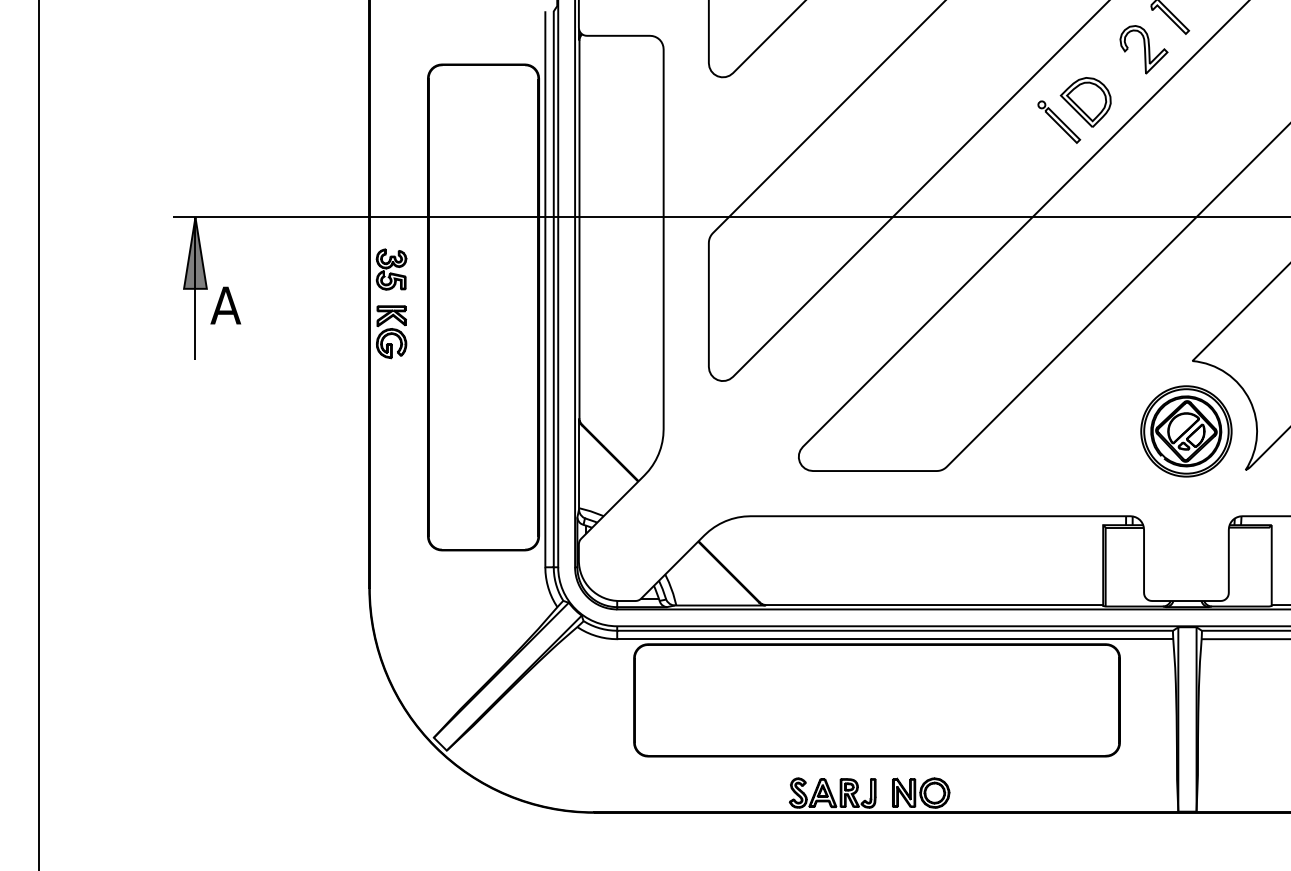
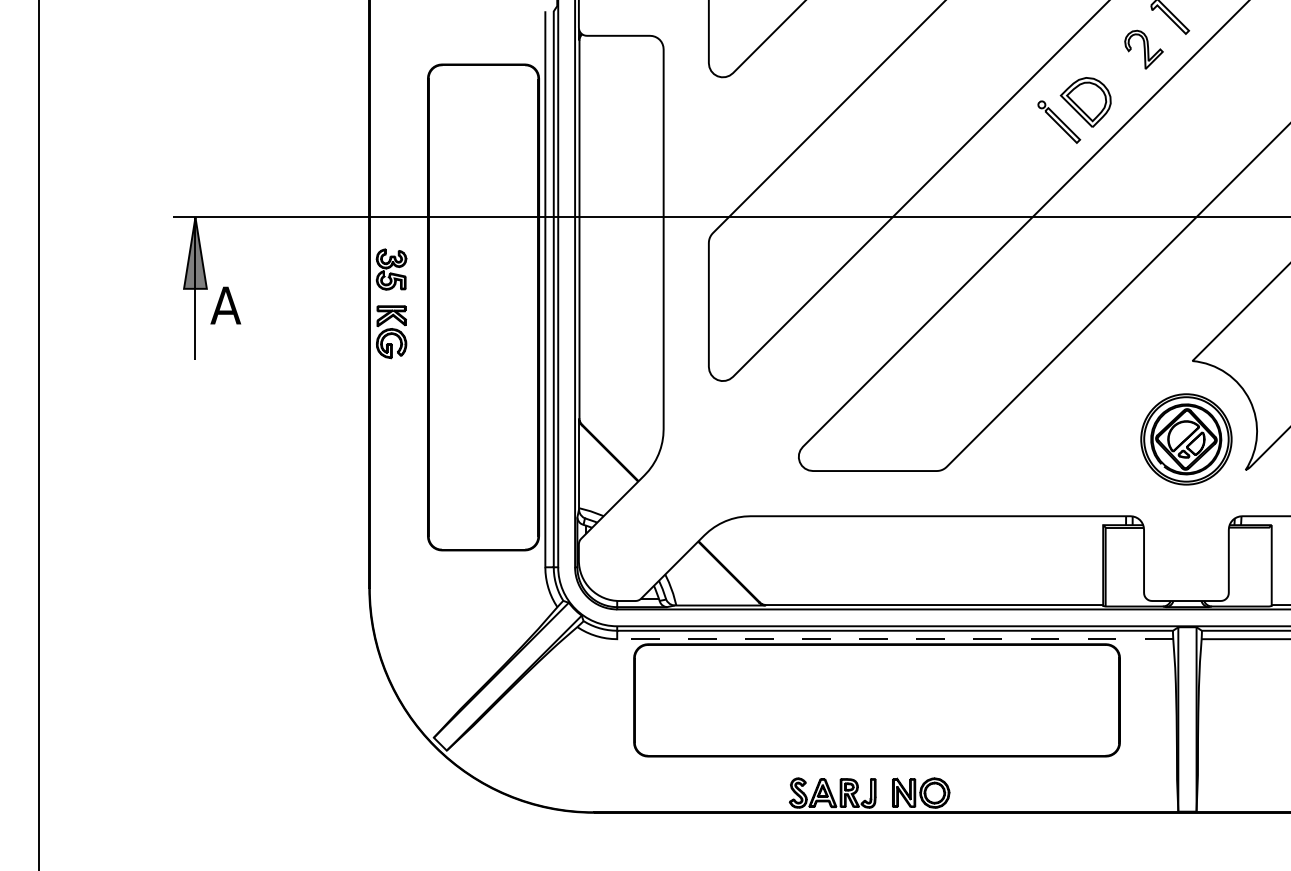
part at (1143, 49) size: 50x50 px -> 40x41 px
part at (1186, 431) position: (1186, 431) -> (1186, 439)
line at (894, 639): solid -> dashed
